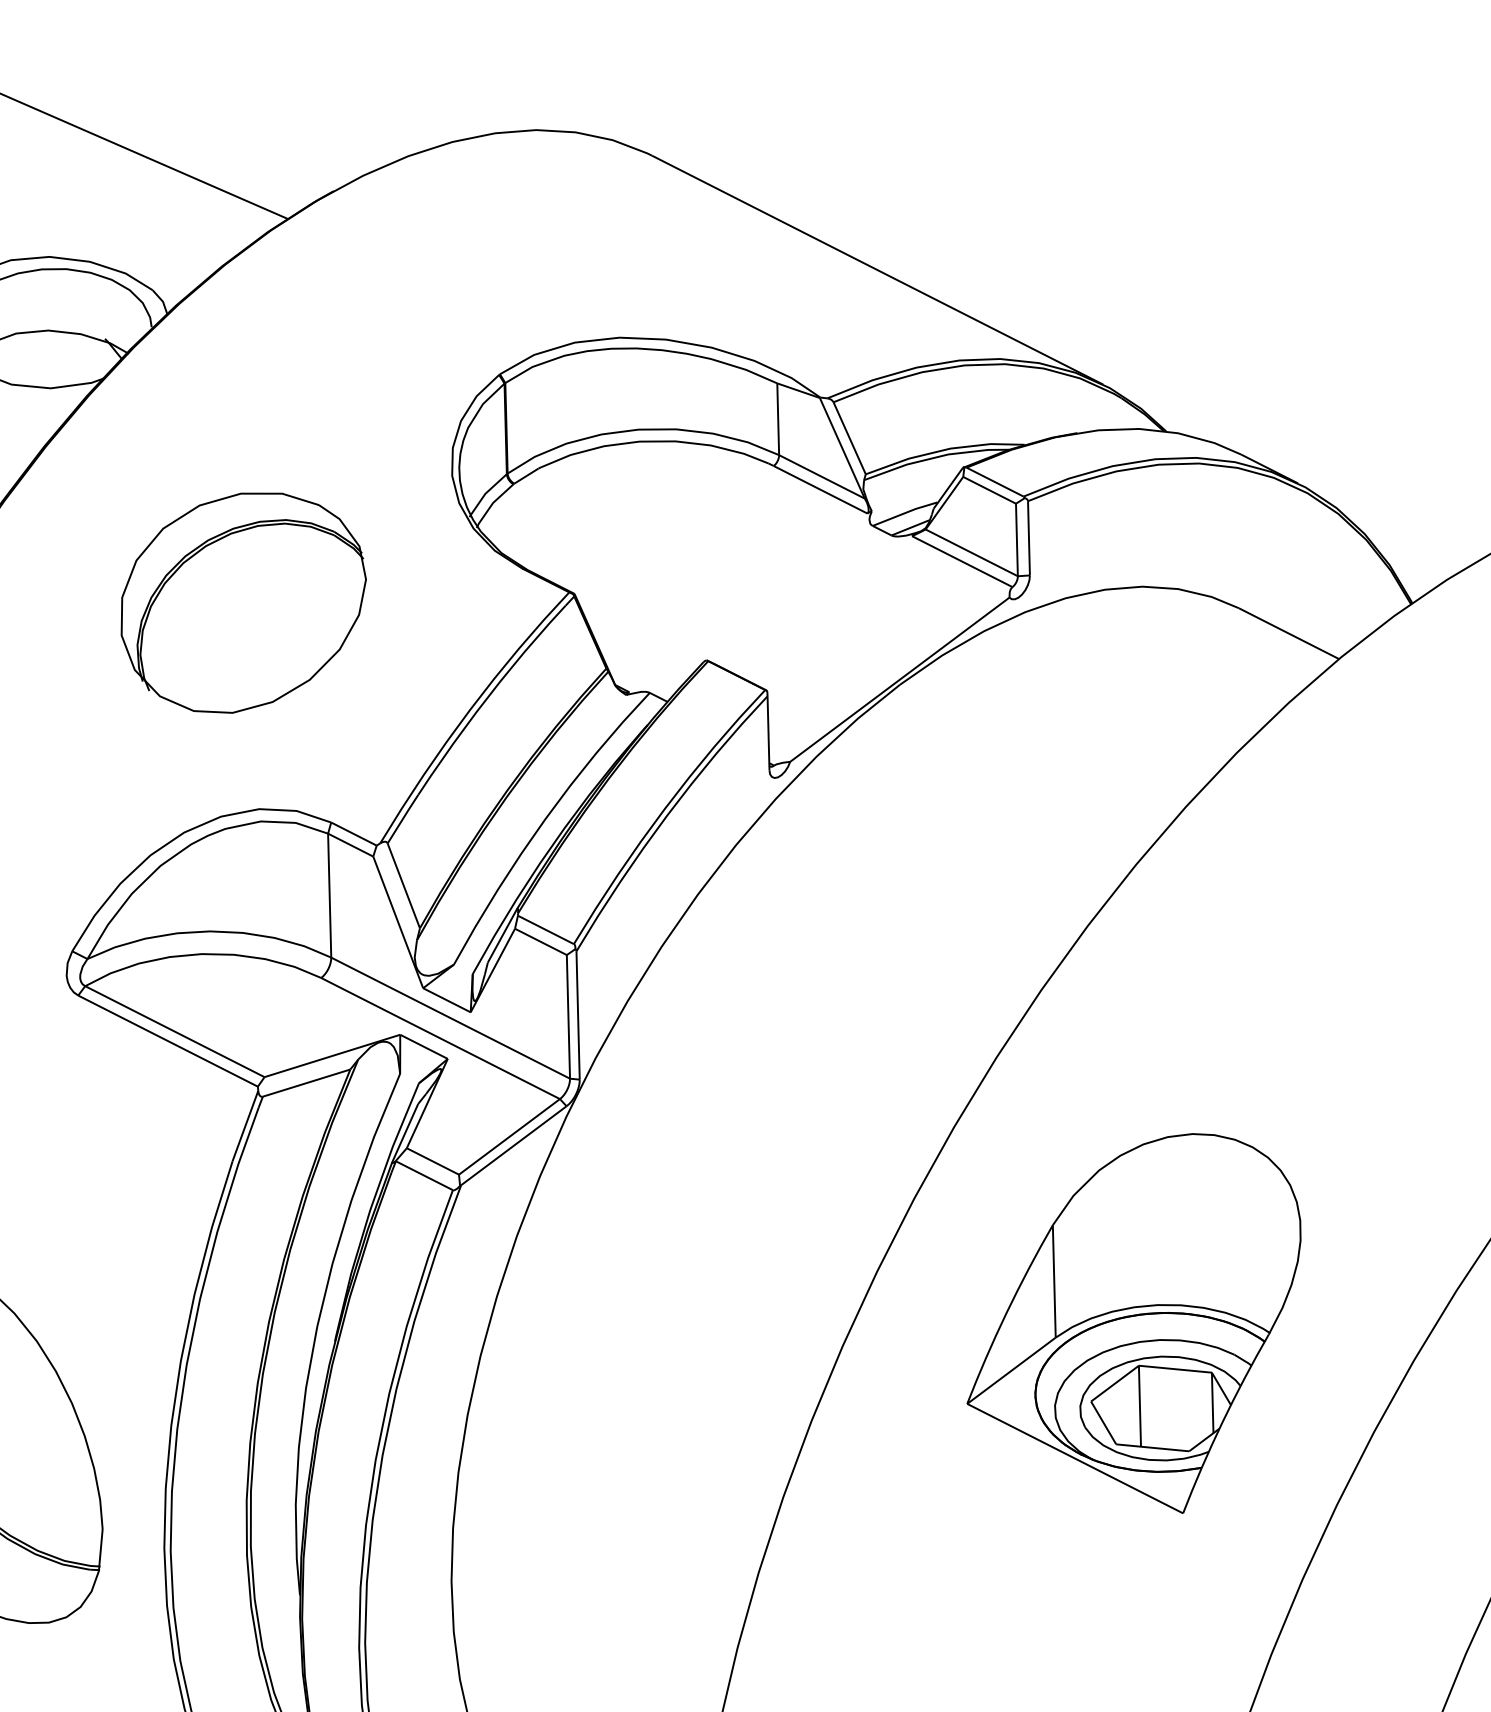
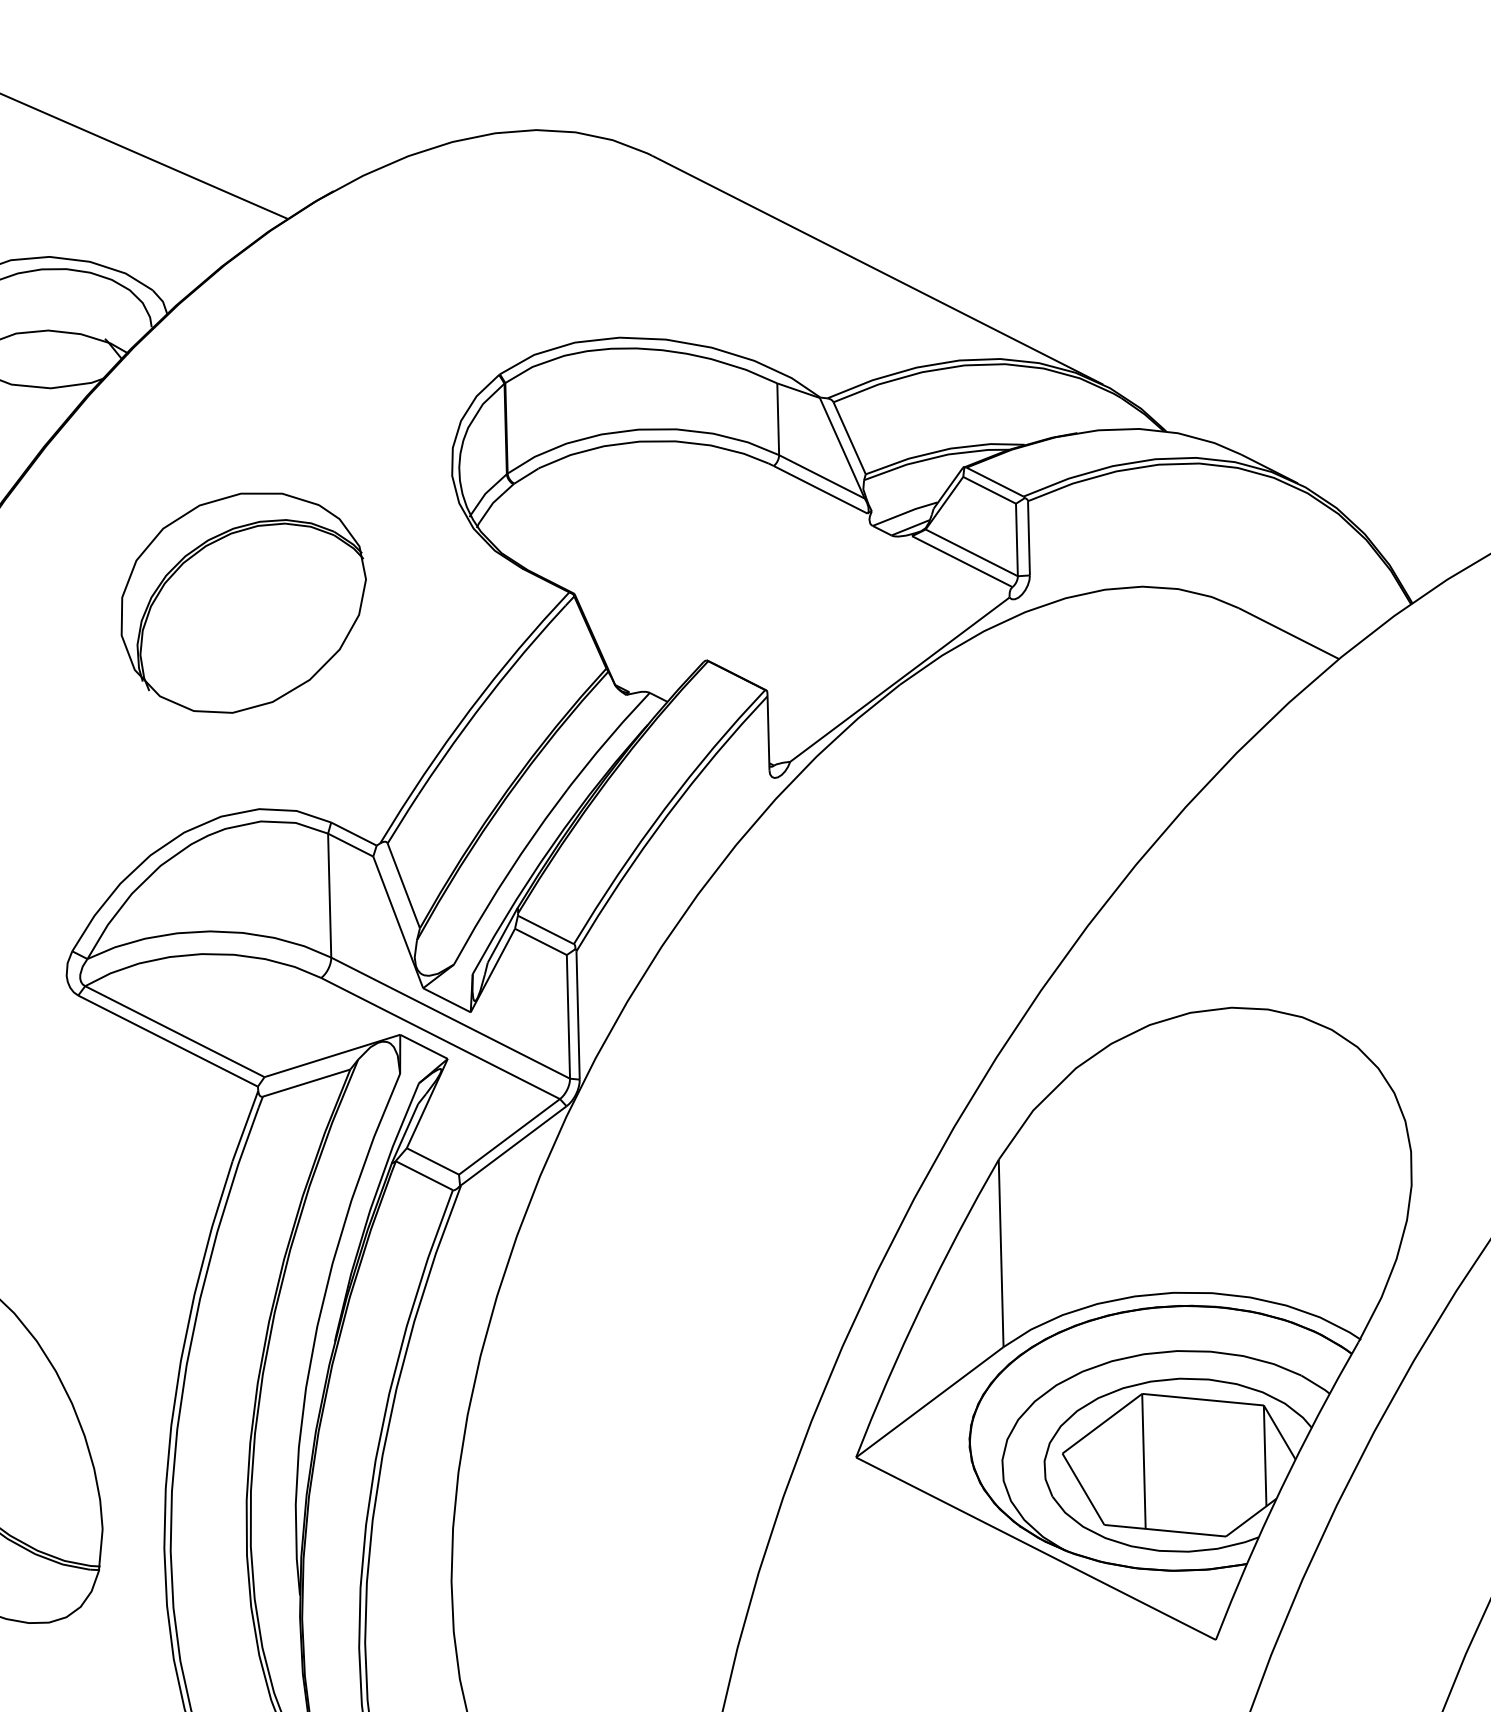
part at (1133, 1323) size: 336x381 px -> 558x635 px
